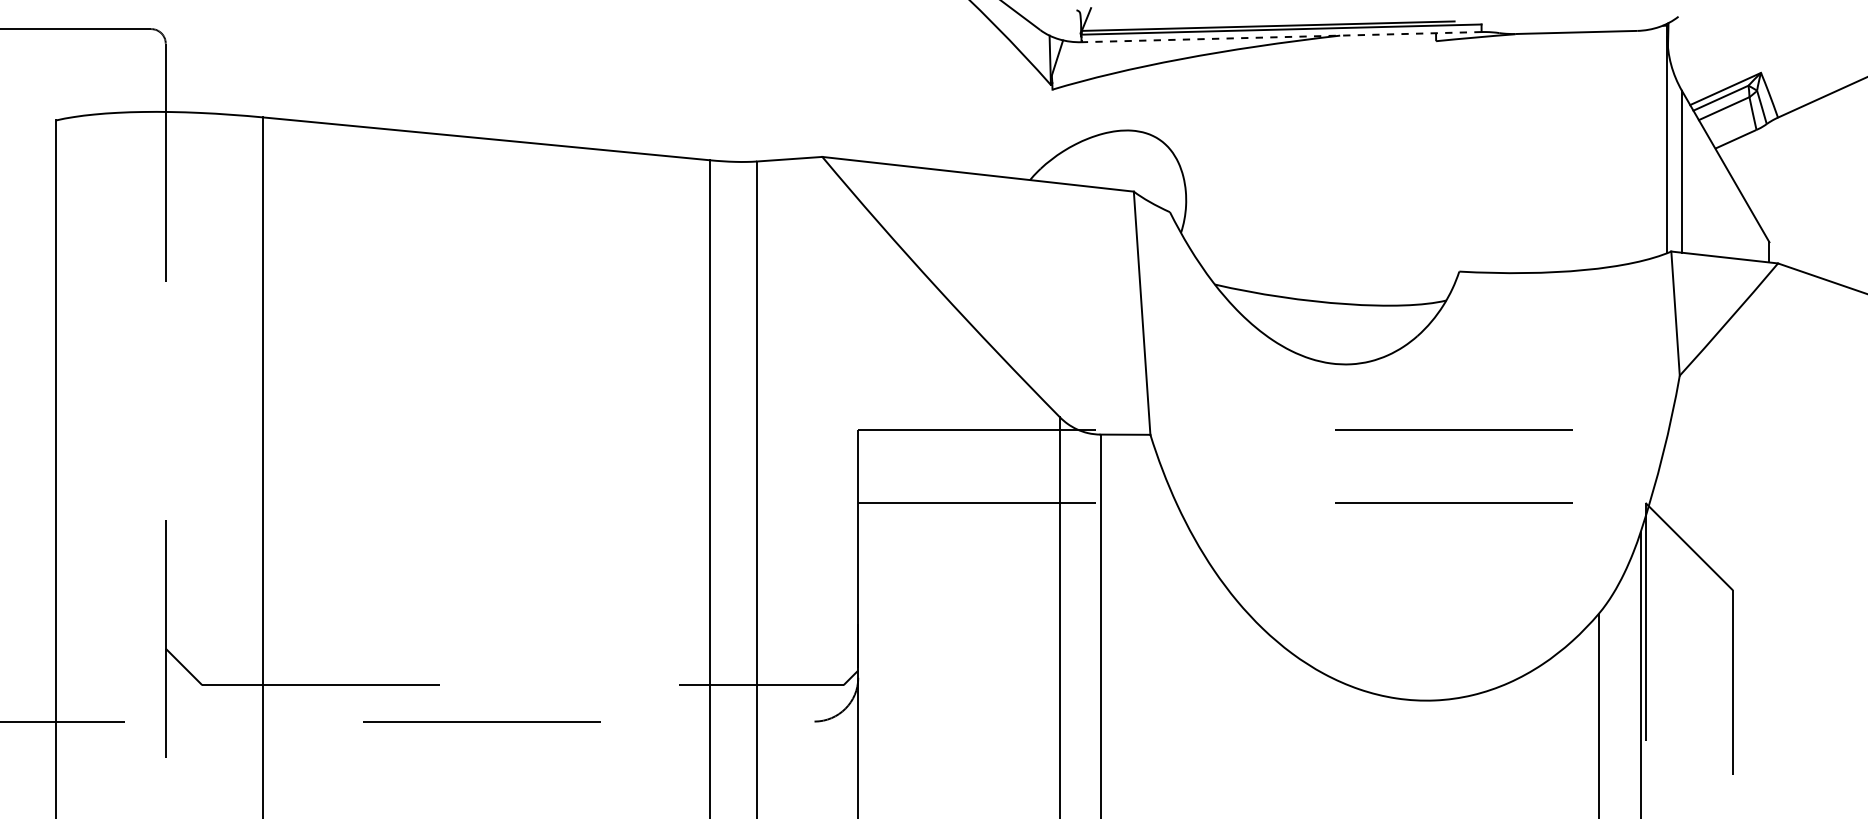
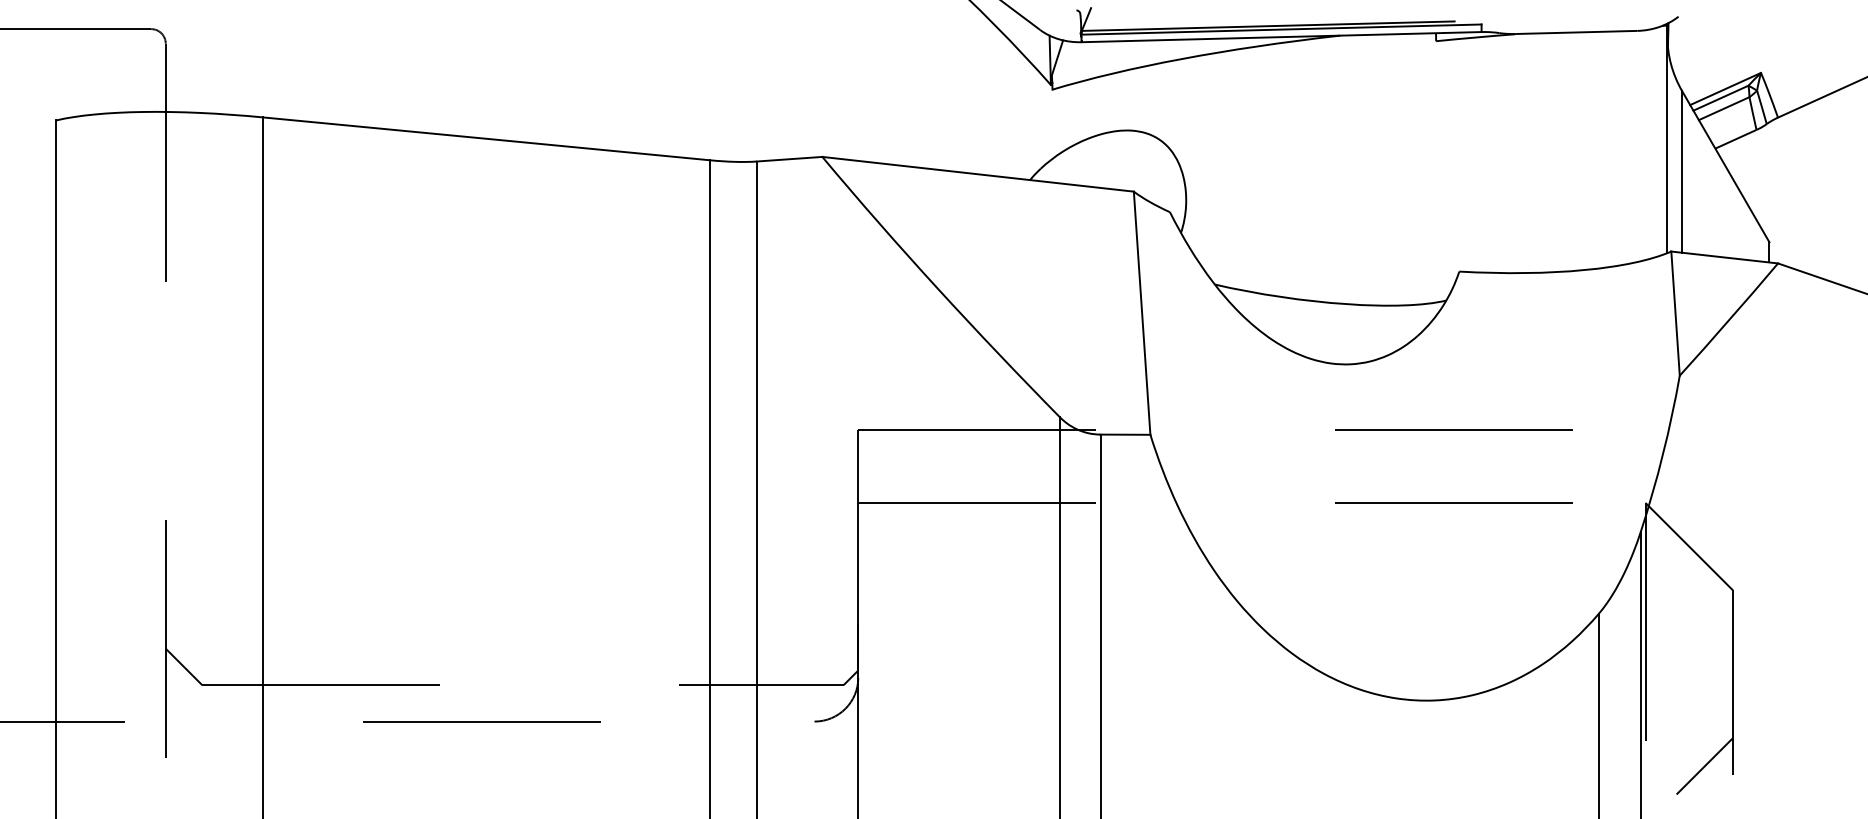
line at (1281, 37): dashed -> solid
line at (1704, 766): none -> present
